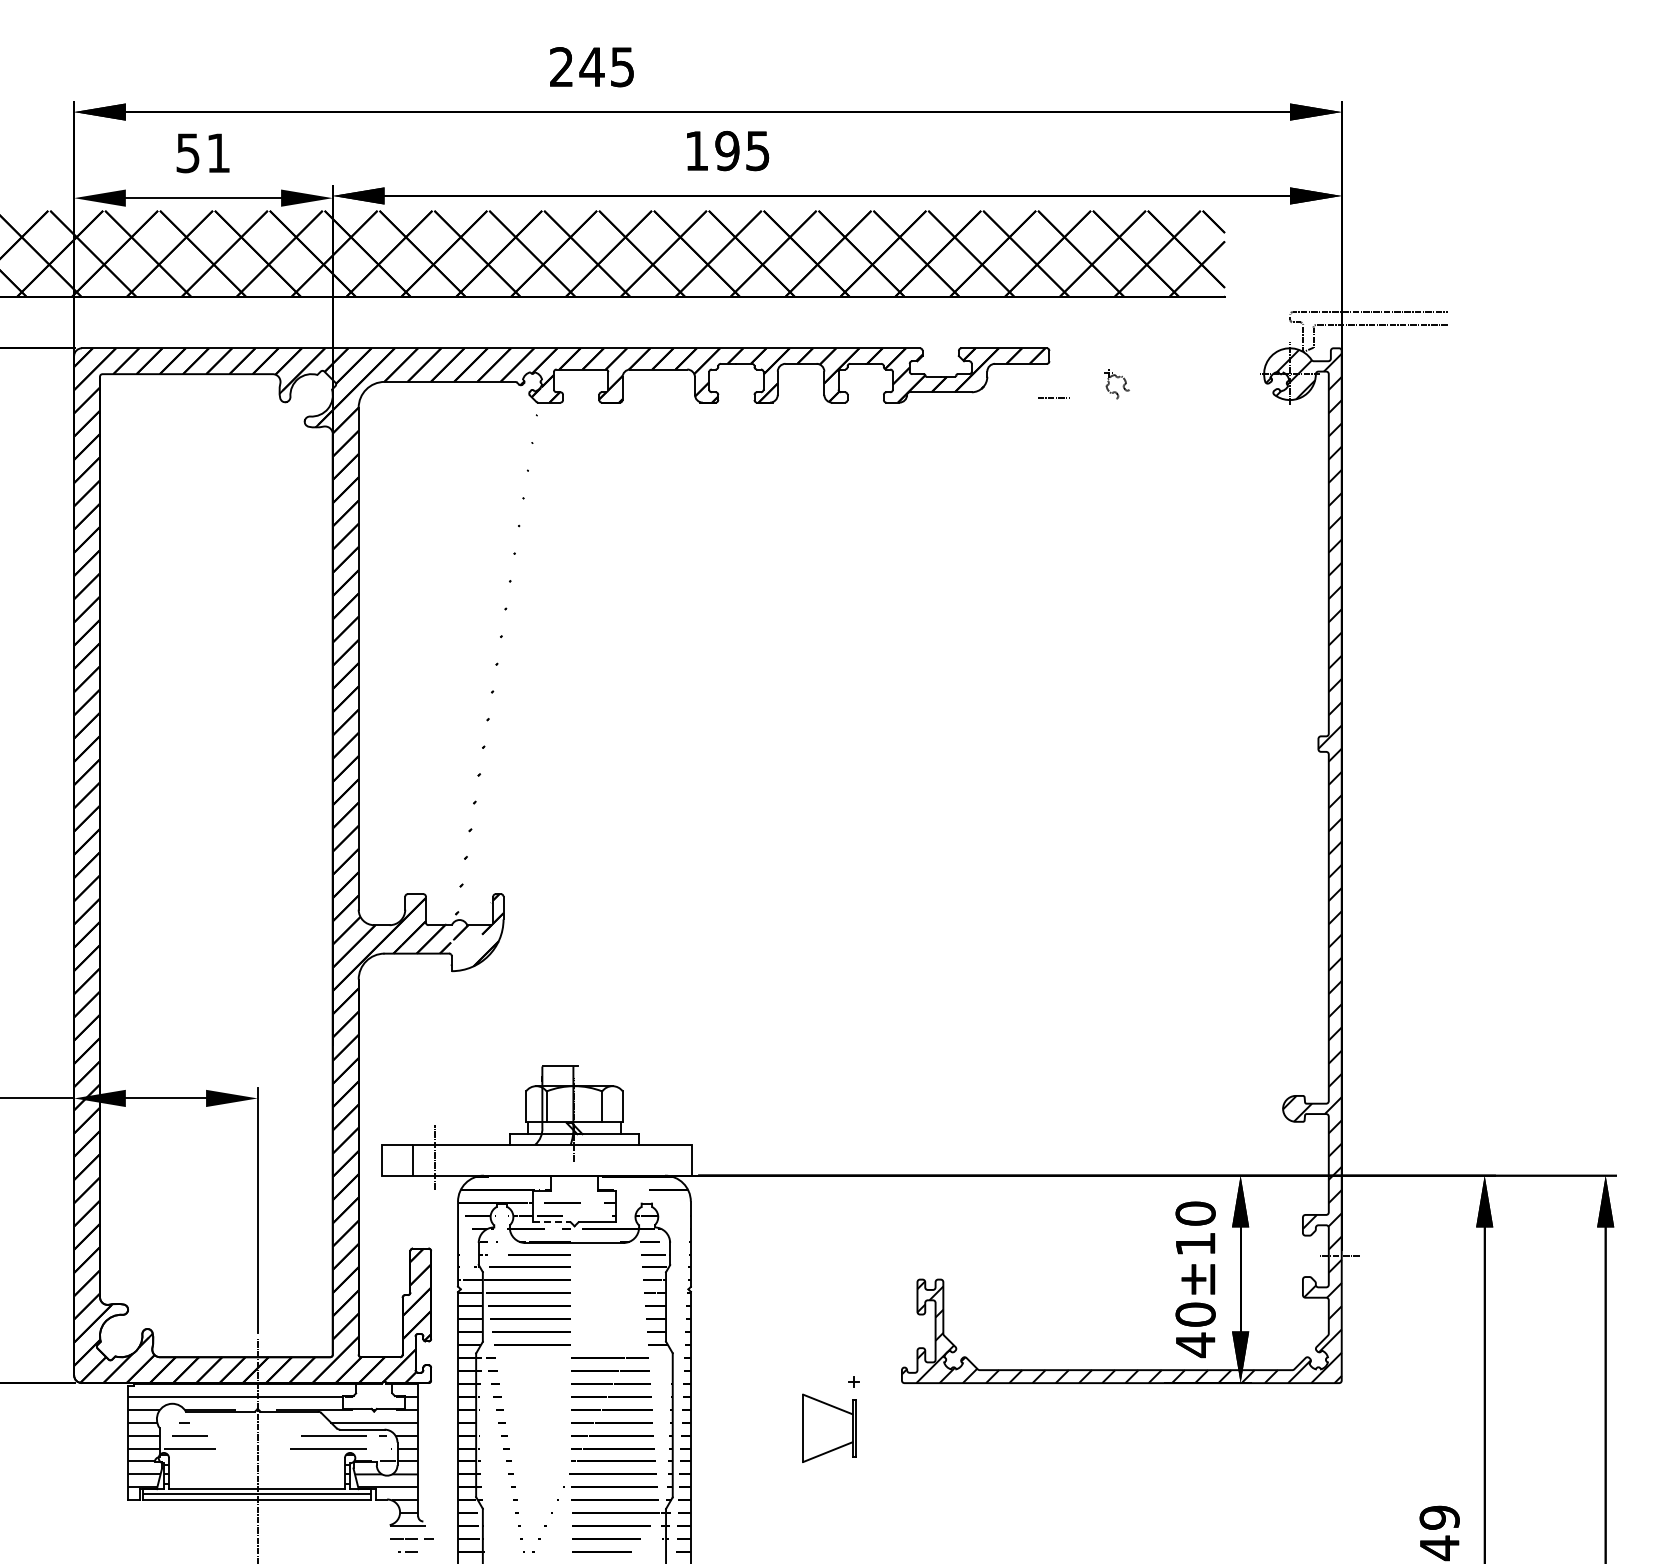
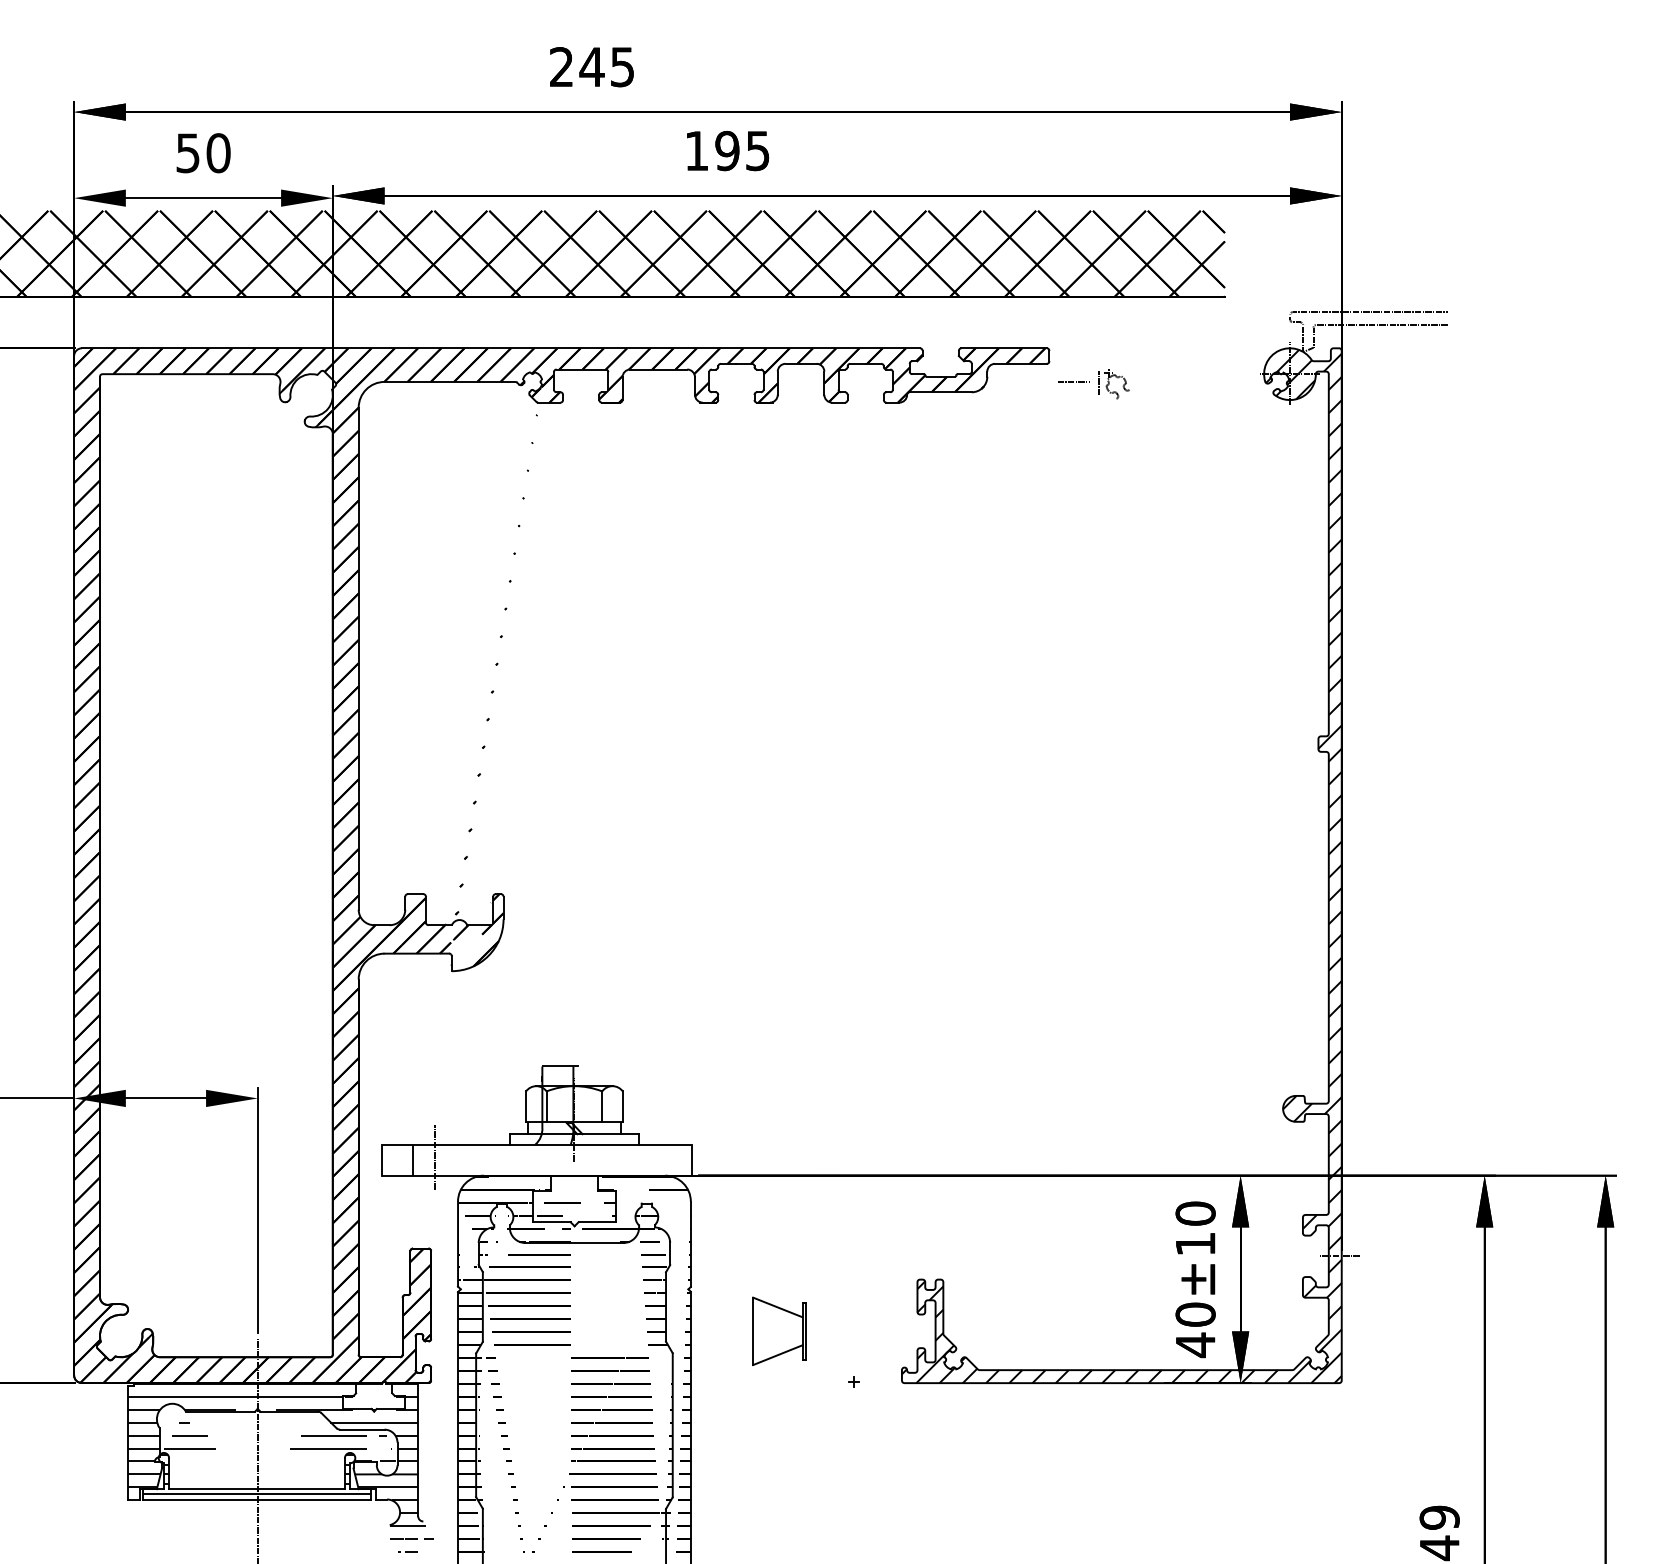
text at (218, 153): 51 -> 50
line at (1098, 382): none -> present
line at (1053, 397) position: (1053, 397) -> (1073, 381)
line at (551, 1222): dashed -> solid
part at (829, 1427) position: (829, 1427) -> (779, 1330)
